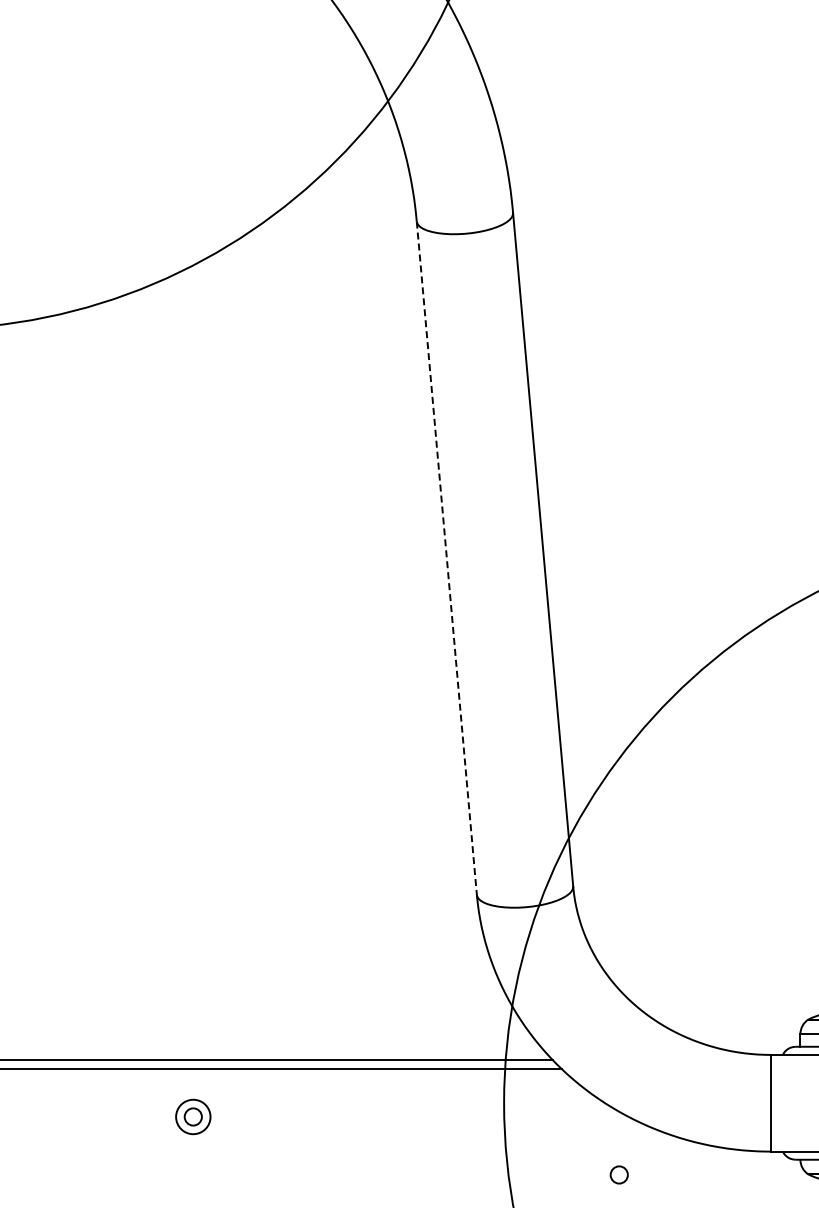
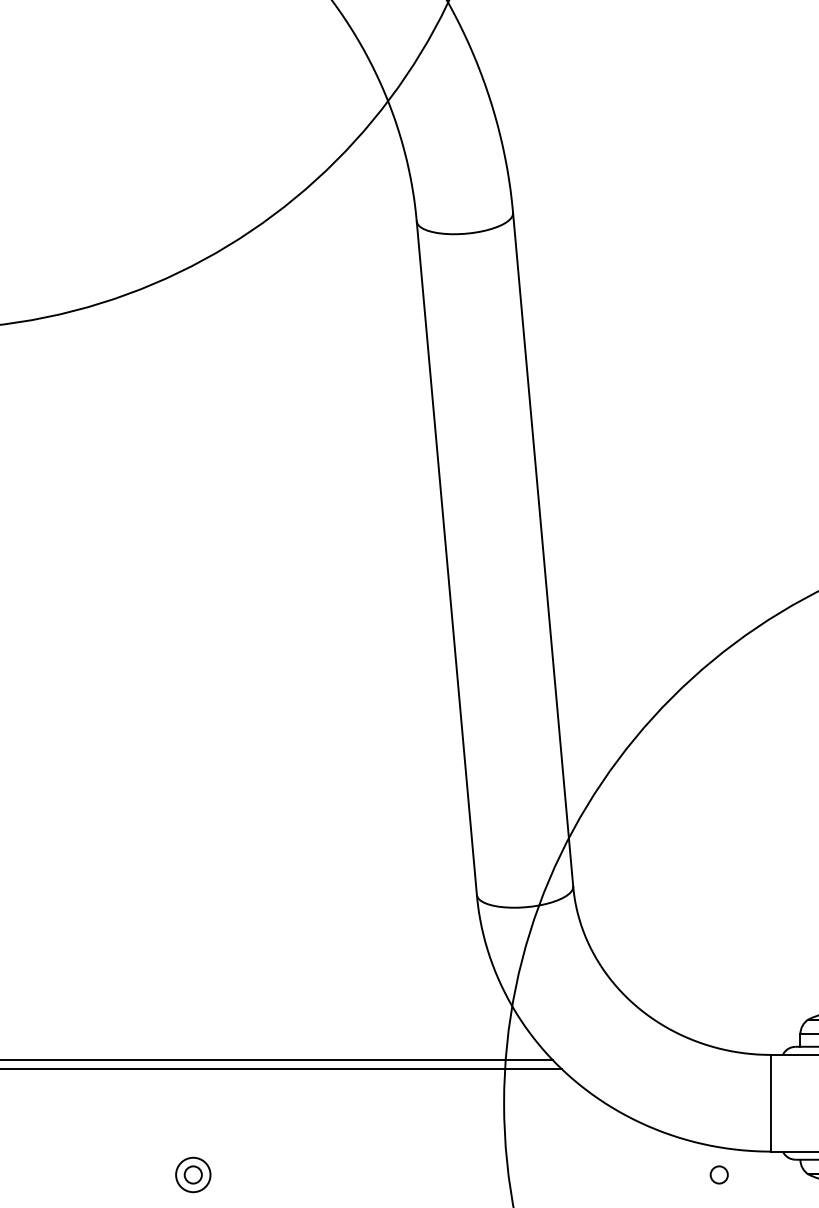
line at (446, 558): dashed -> solid
part at (193, 1116) position: (193, 1116) -> (193, 1174)
circle at (618, 1174) position: (618, 1174) -> (718, 1174)
